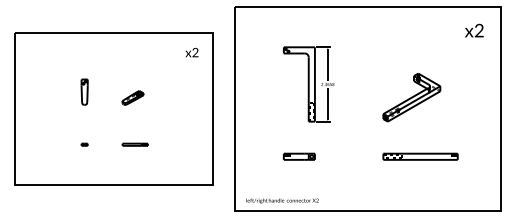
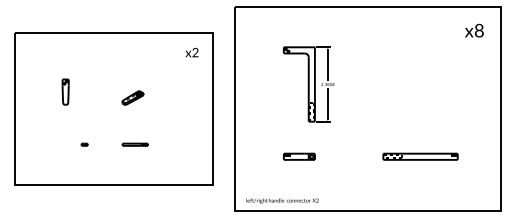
text at (478, 31): x2 -> x8
part at (84, 91) position: (84, 91) -> (65, 91)
part at (411, 97): present -> none
